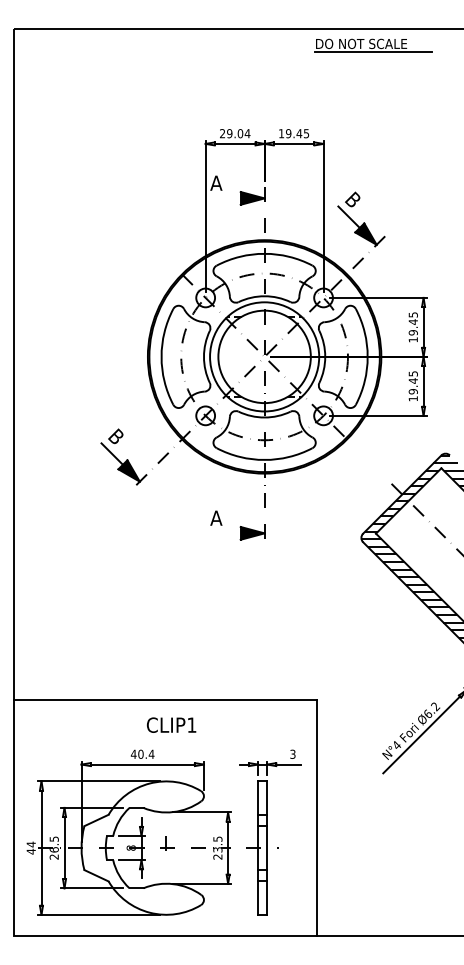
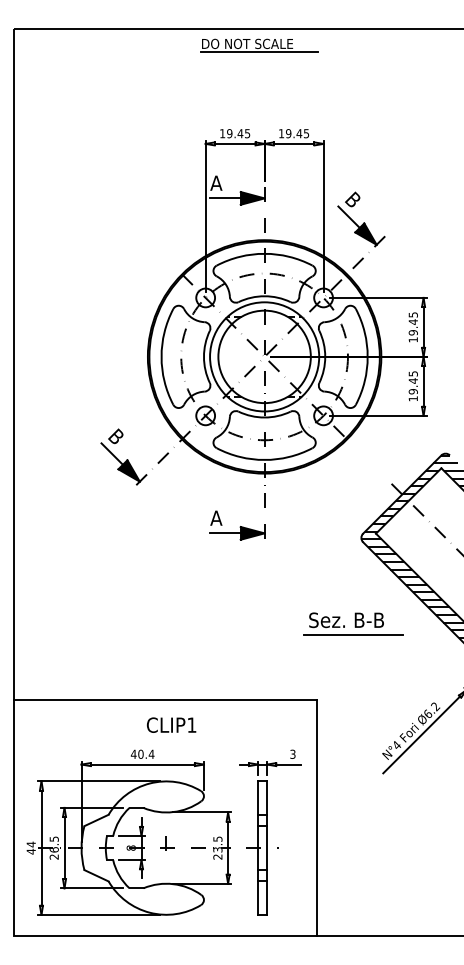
part at (373, 45) position: (373, 45) -> (259, 45)
text at (235, 133): 29.04 -> 19.45
line at (225, 198): none -> present
line at (225, 533): none -> present
part at (353, 623): none -> present
